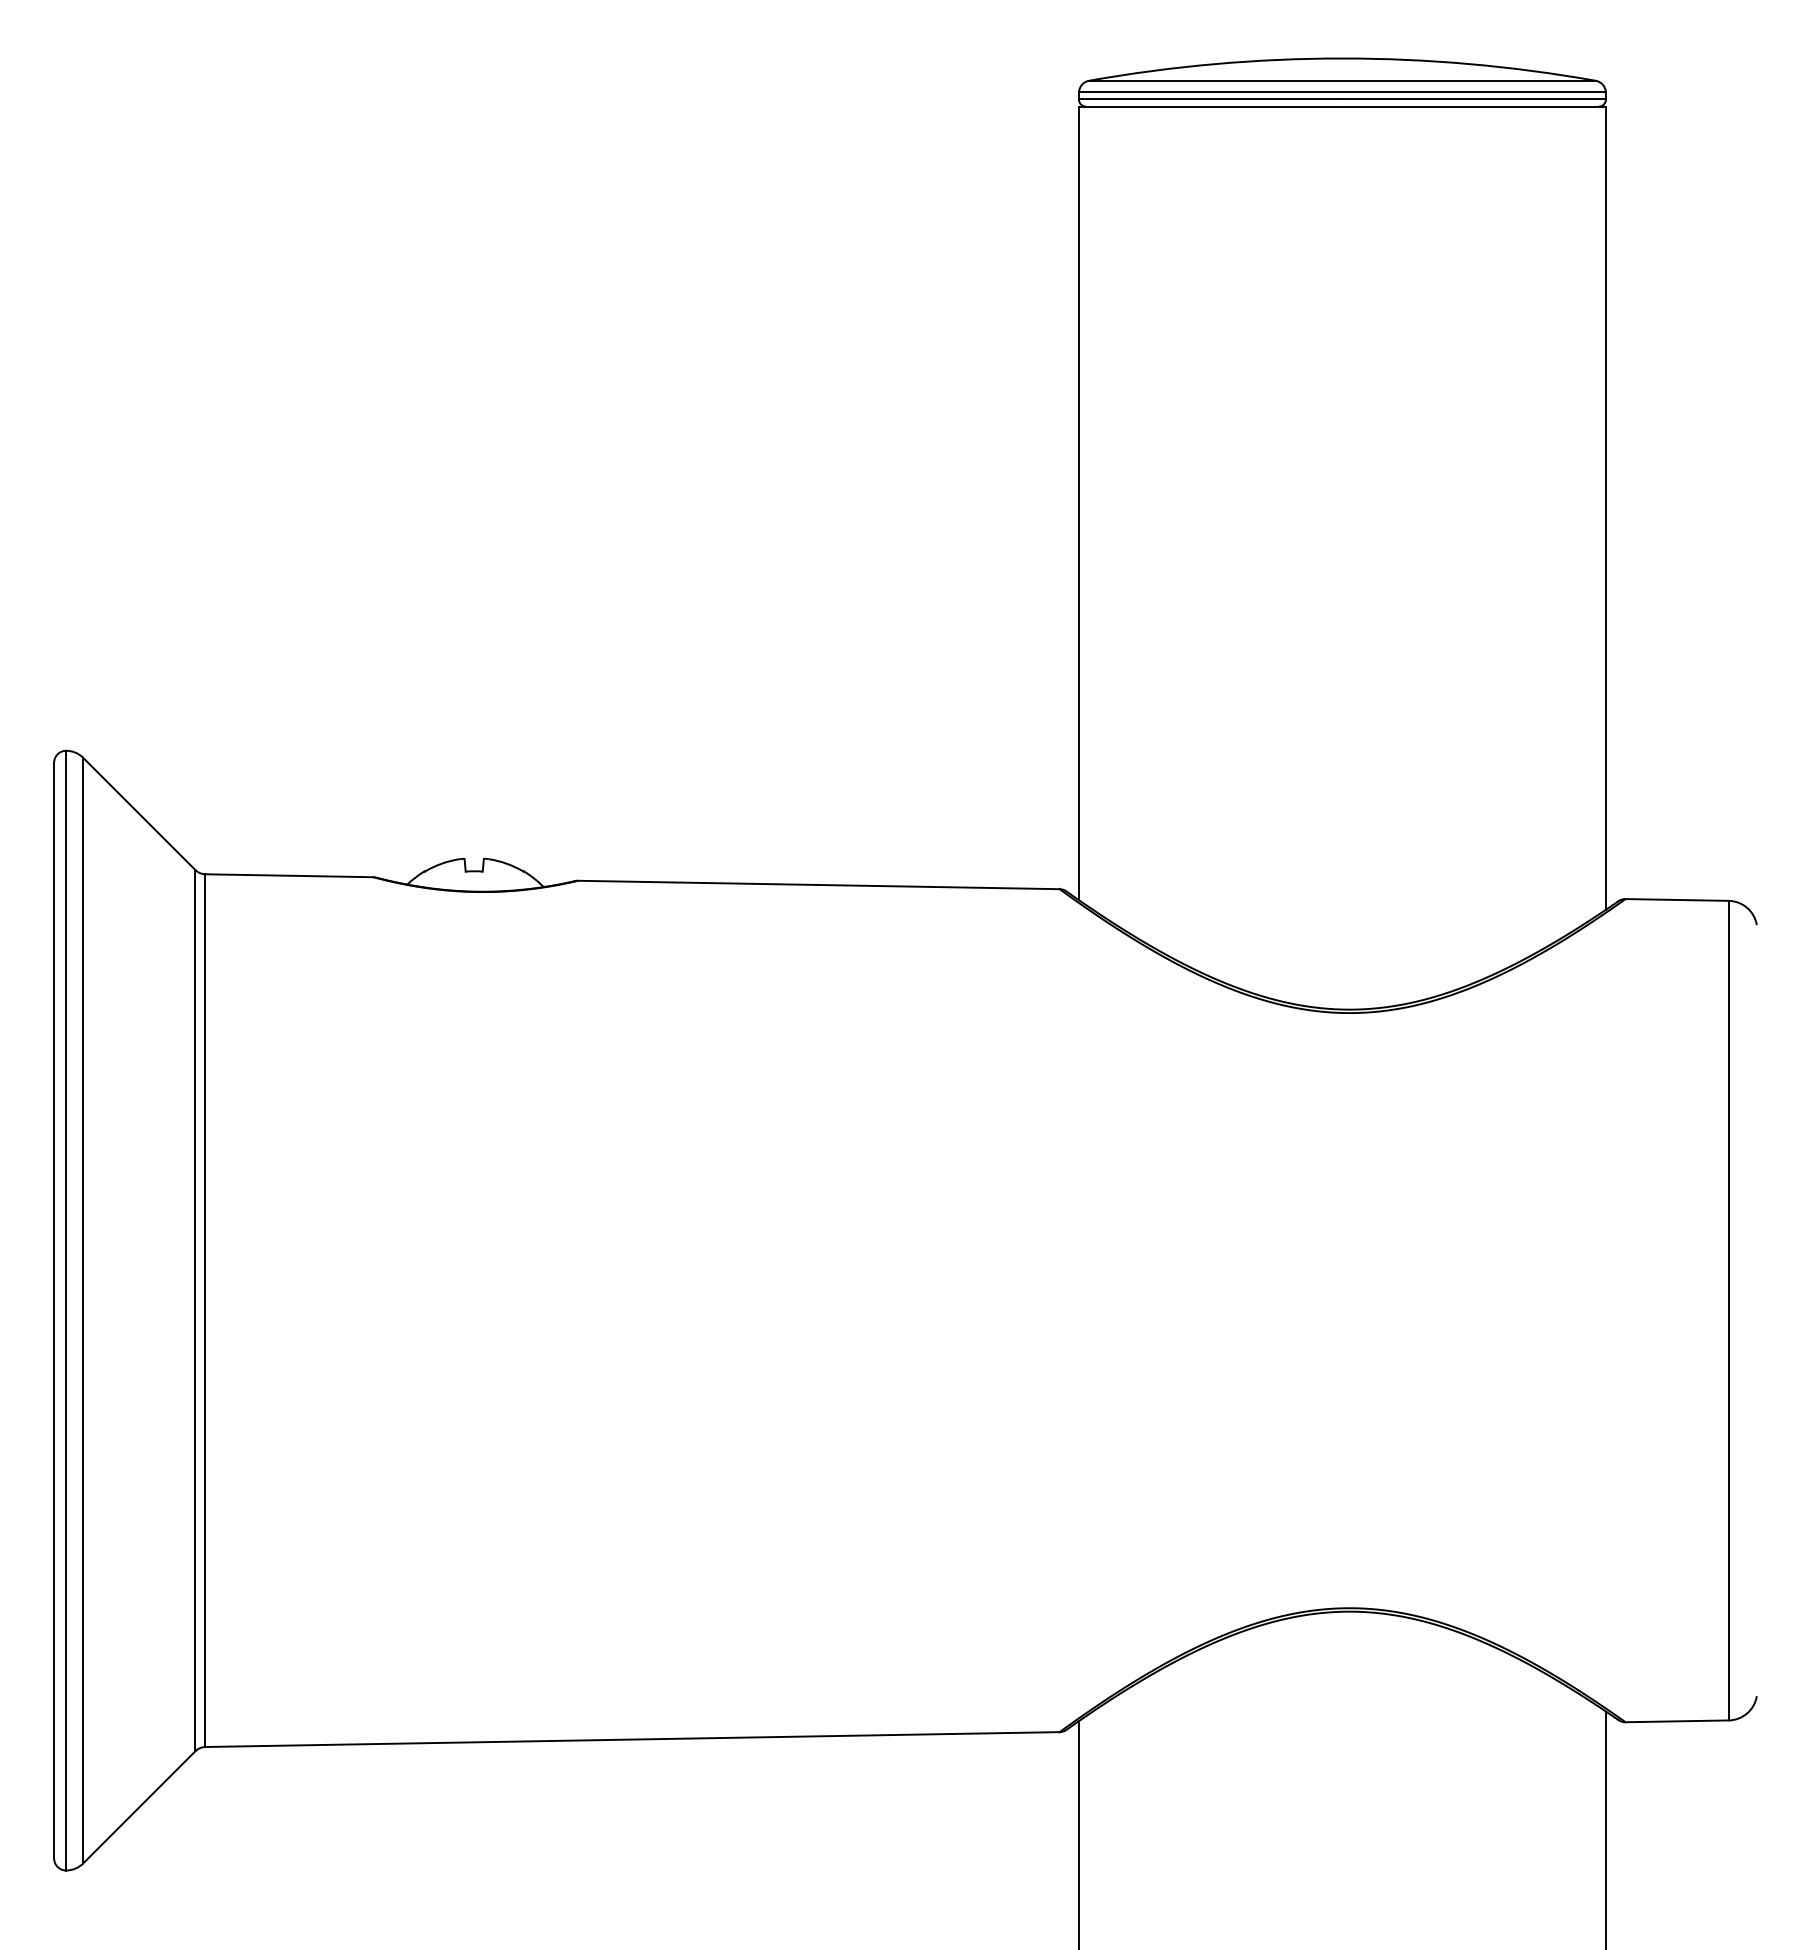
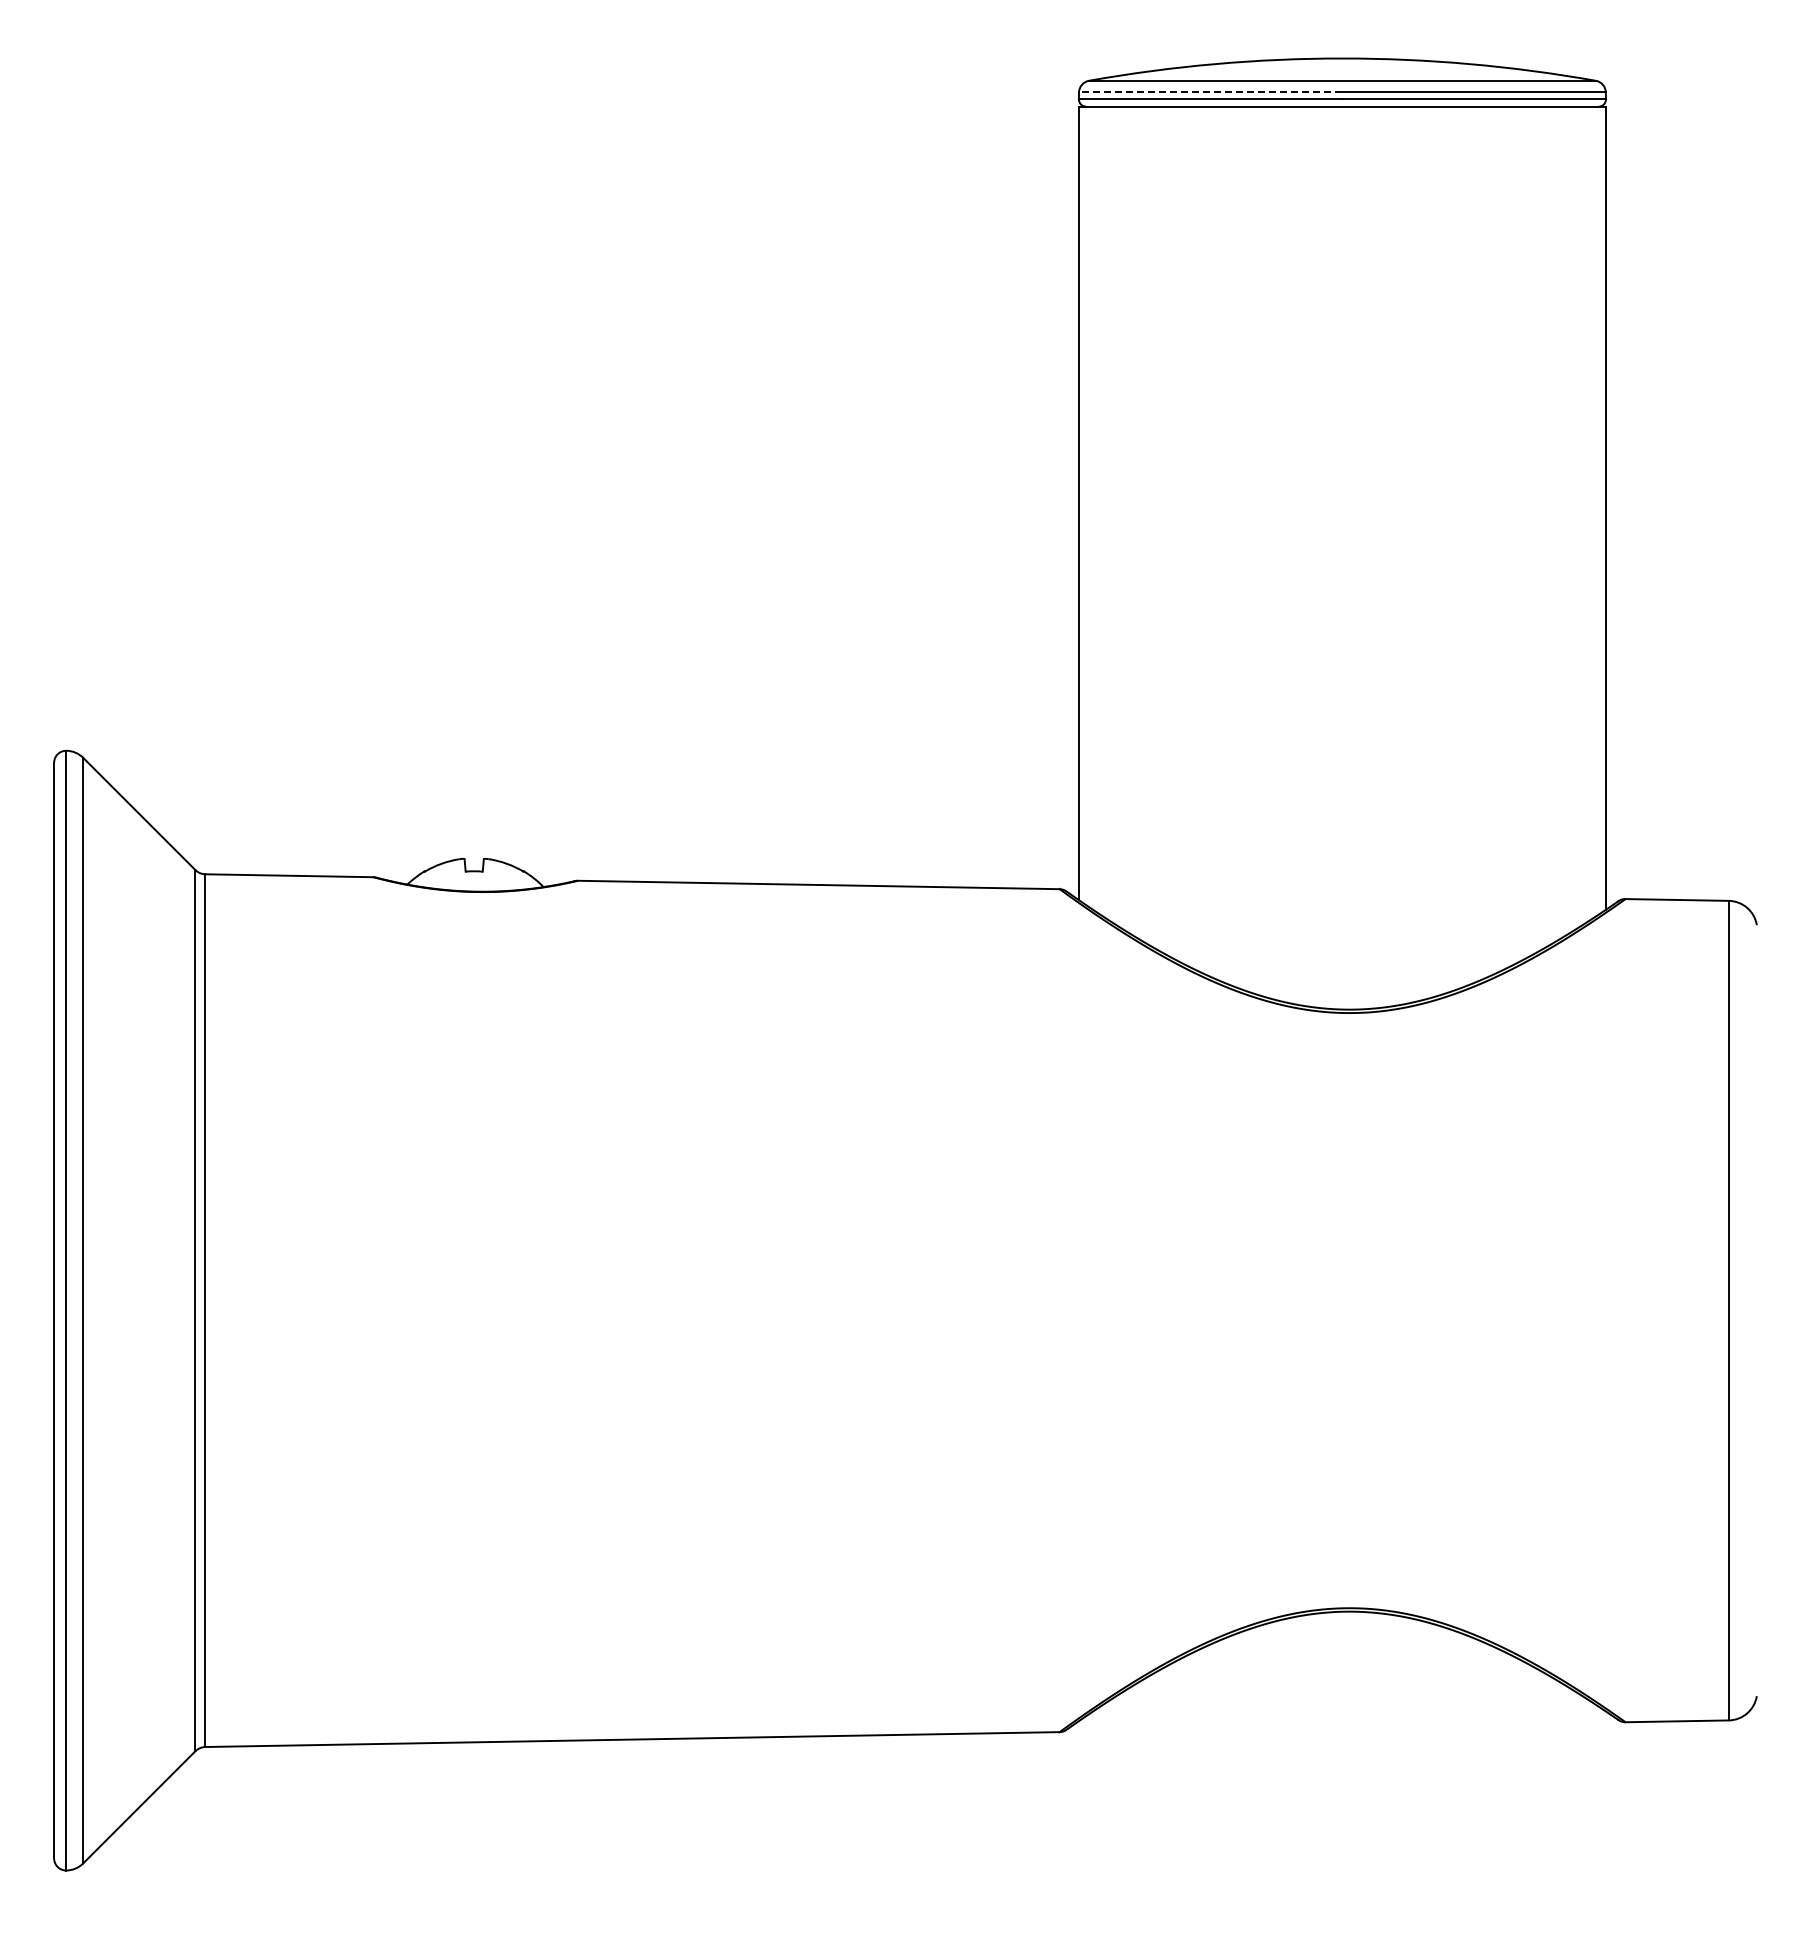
line at (1210, 92): solid -> dashed
line at (1606, 1828): present -> none
line at (1078, 1833): present -> none
